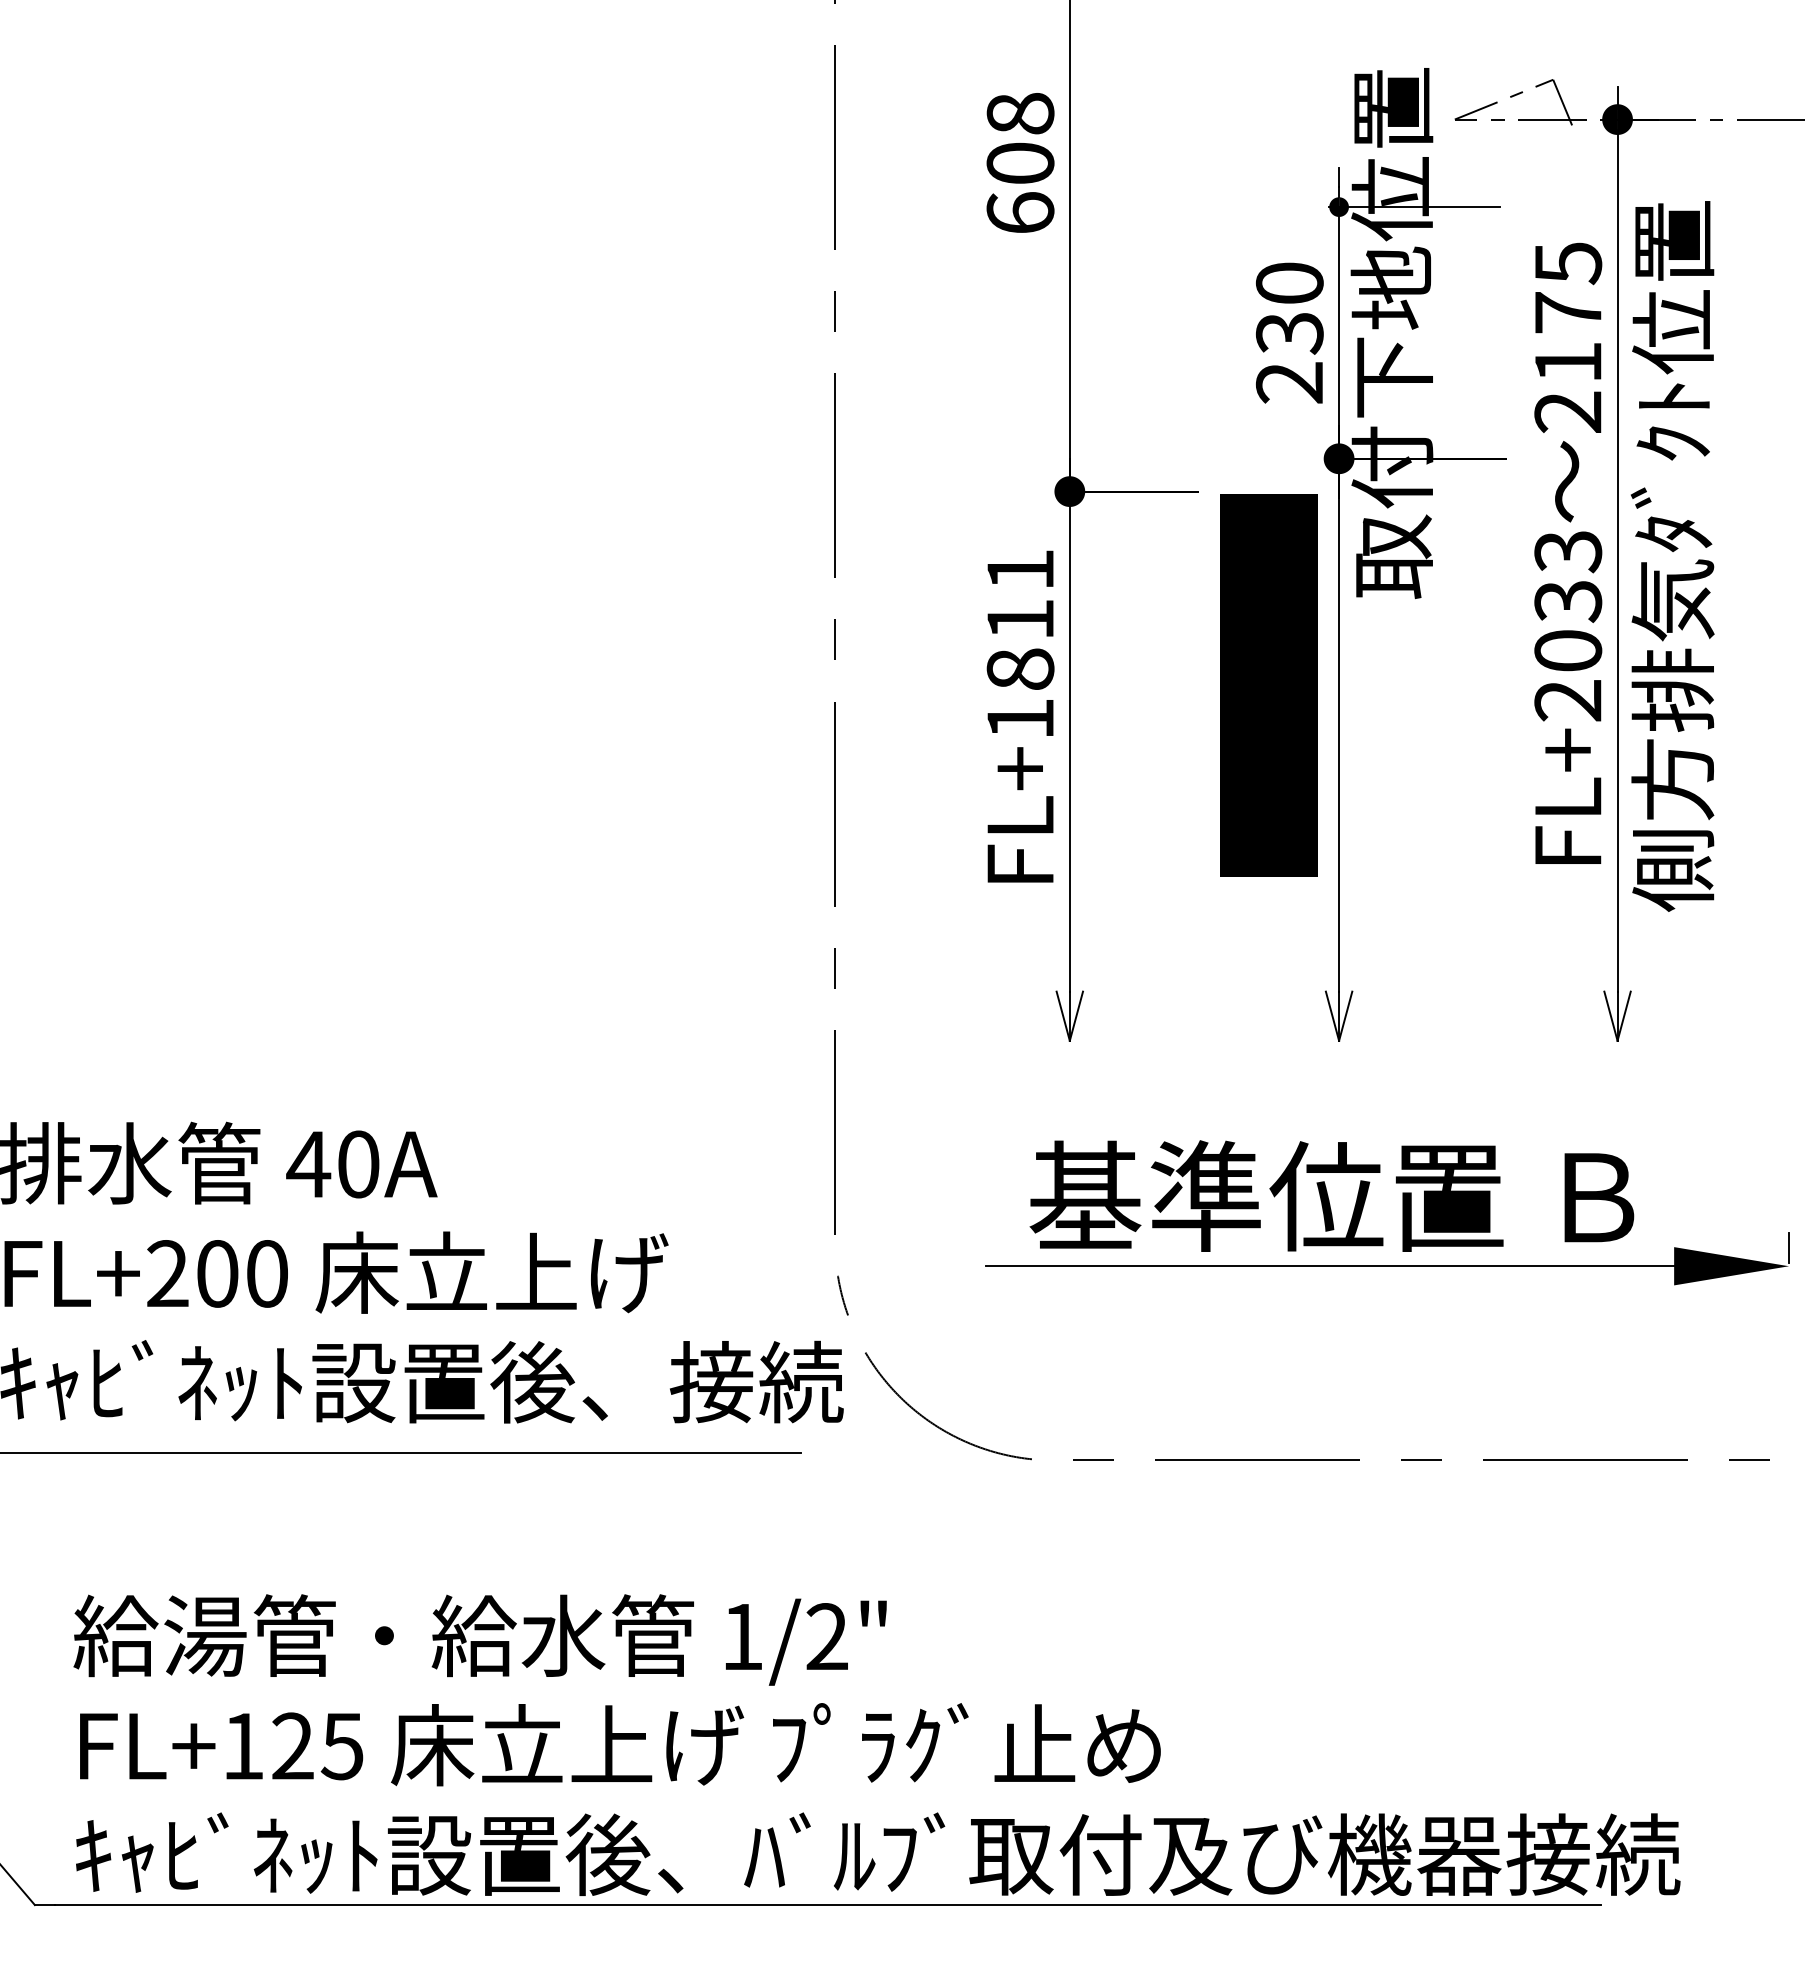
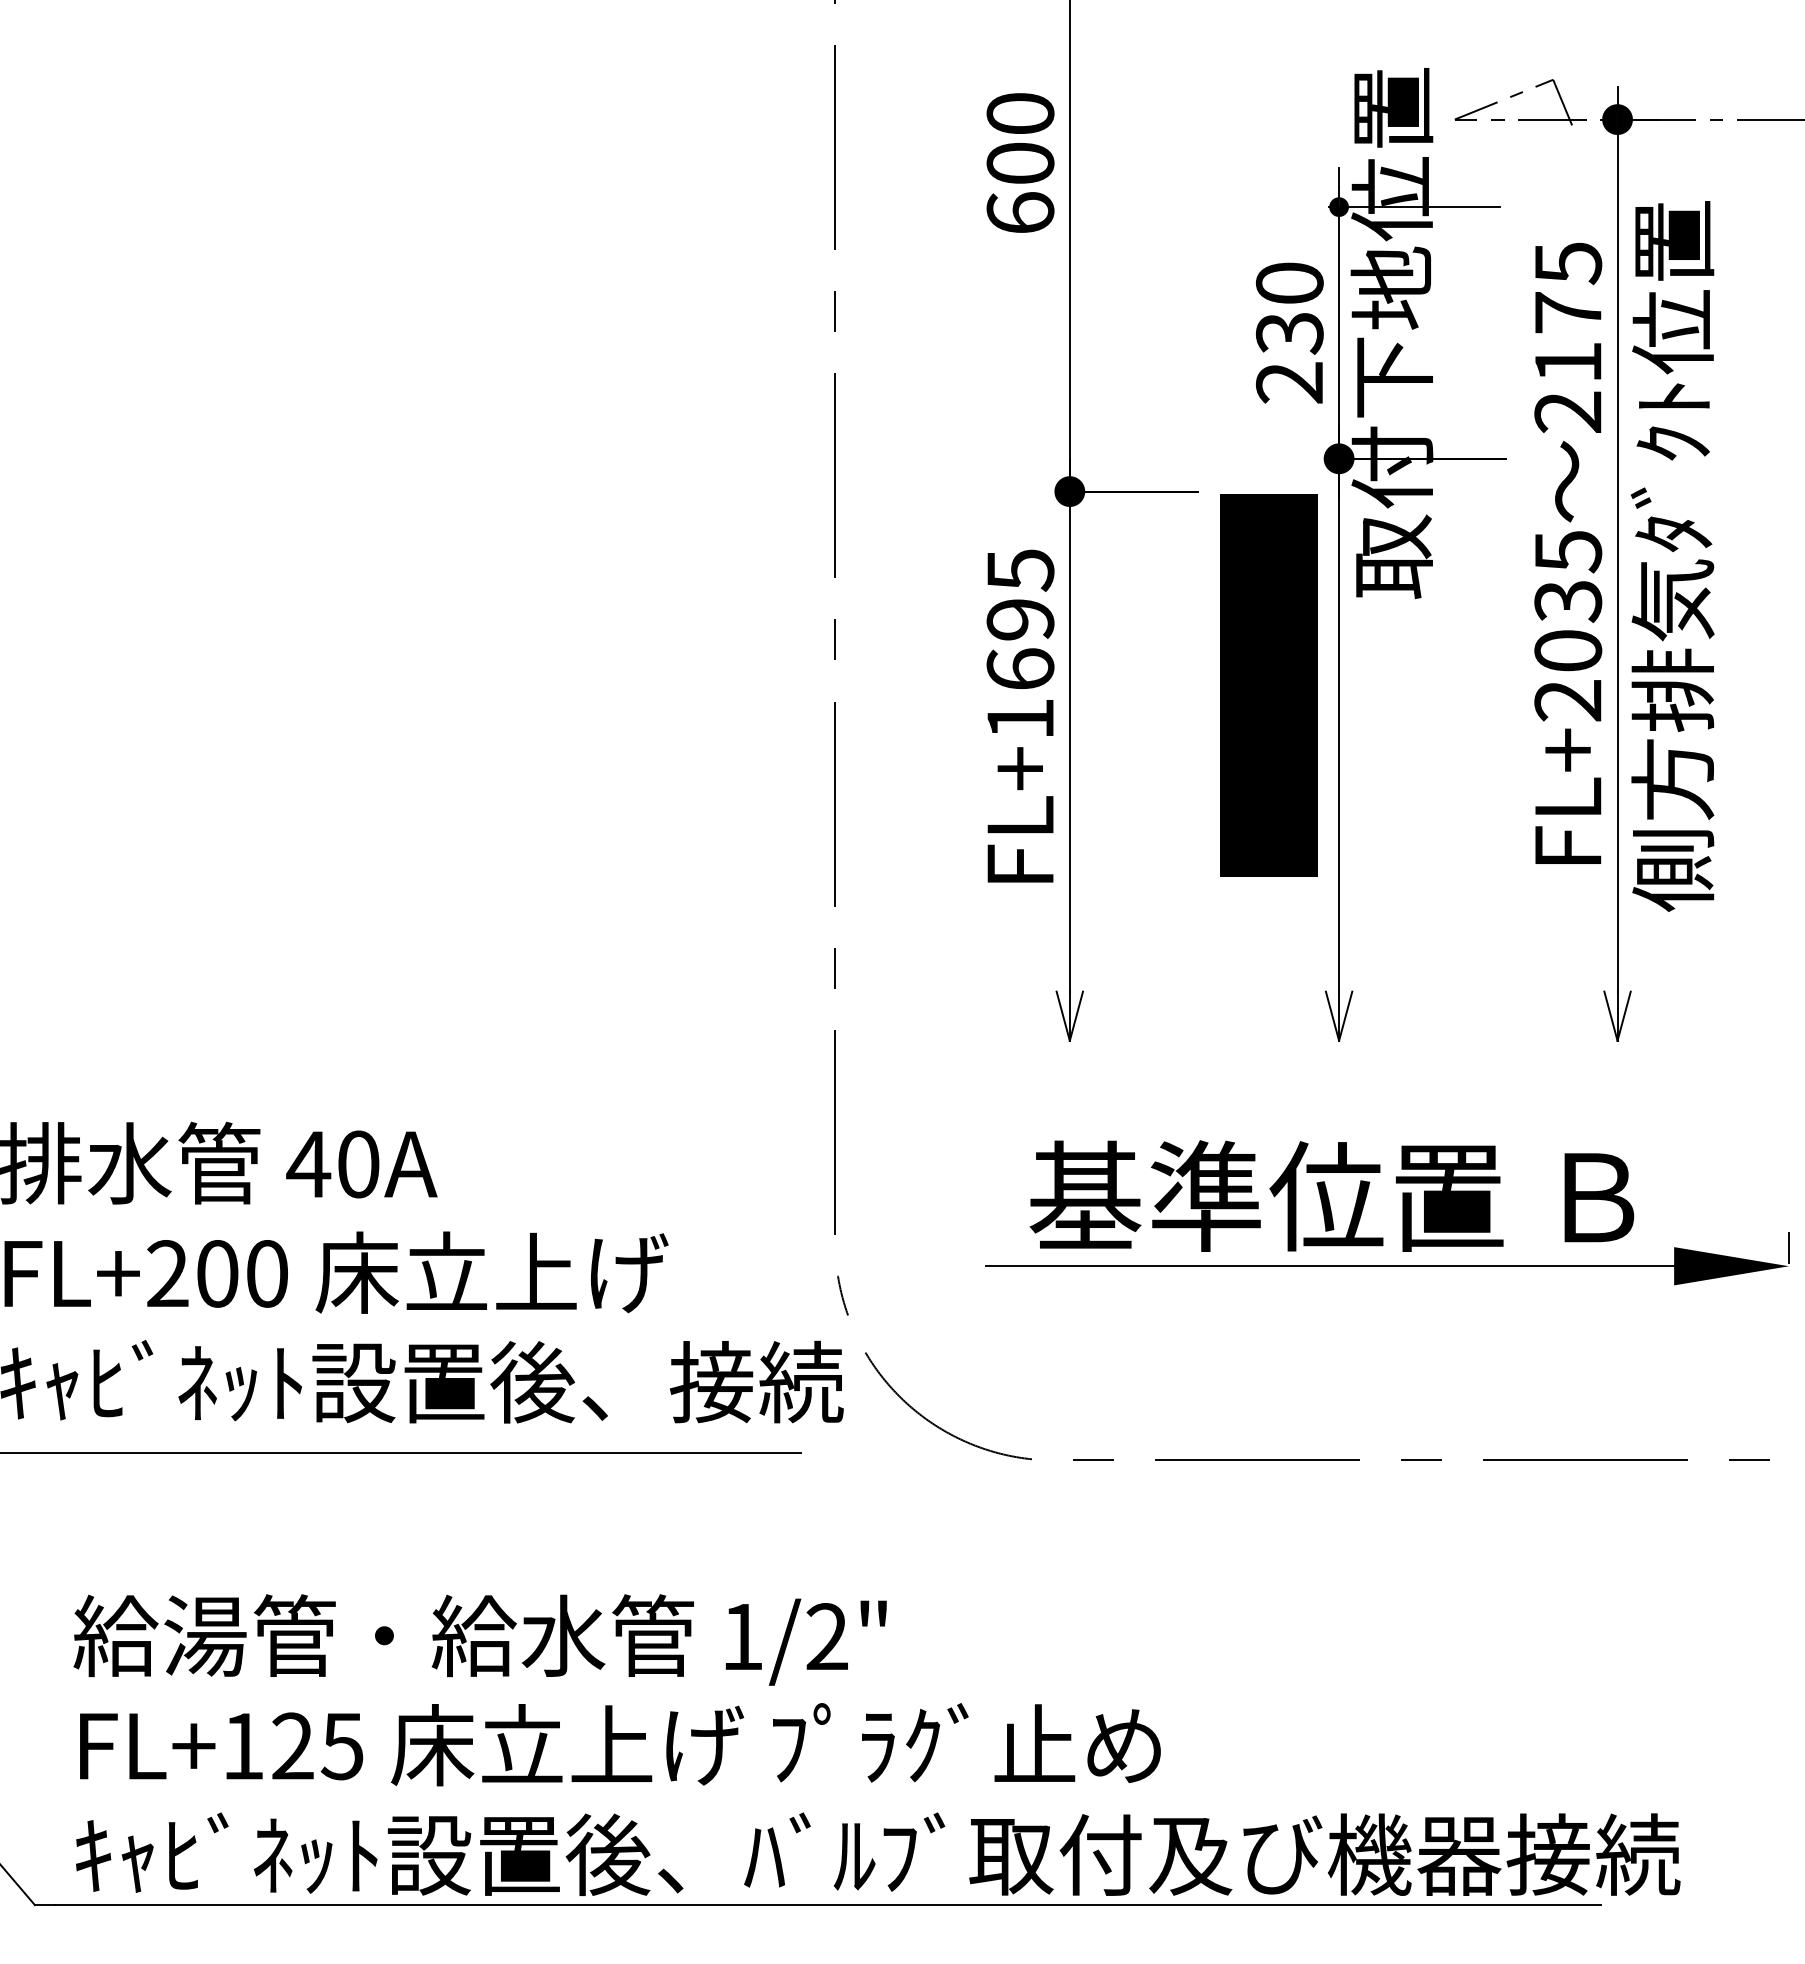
text at (1020, 113): 608 -> 600
text at (1567, 552): FL+2033 -> FL+2035
text at (1020, 619): FL+1811 -> FL+1695
